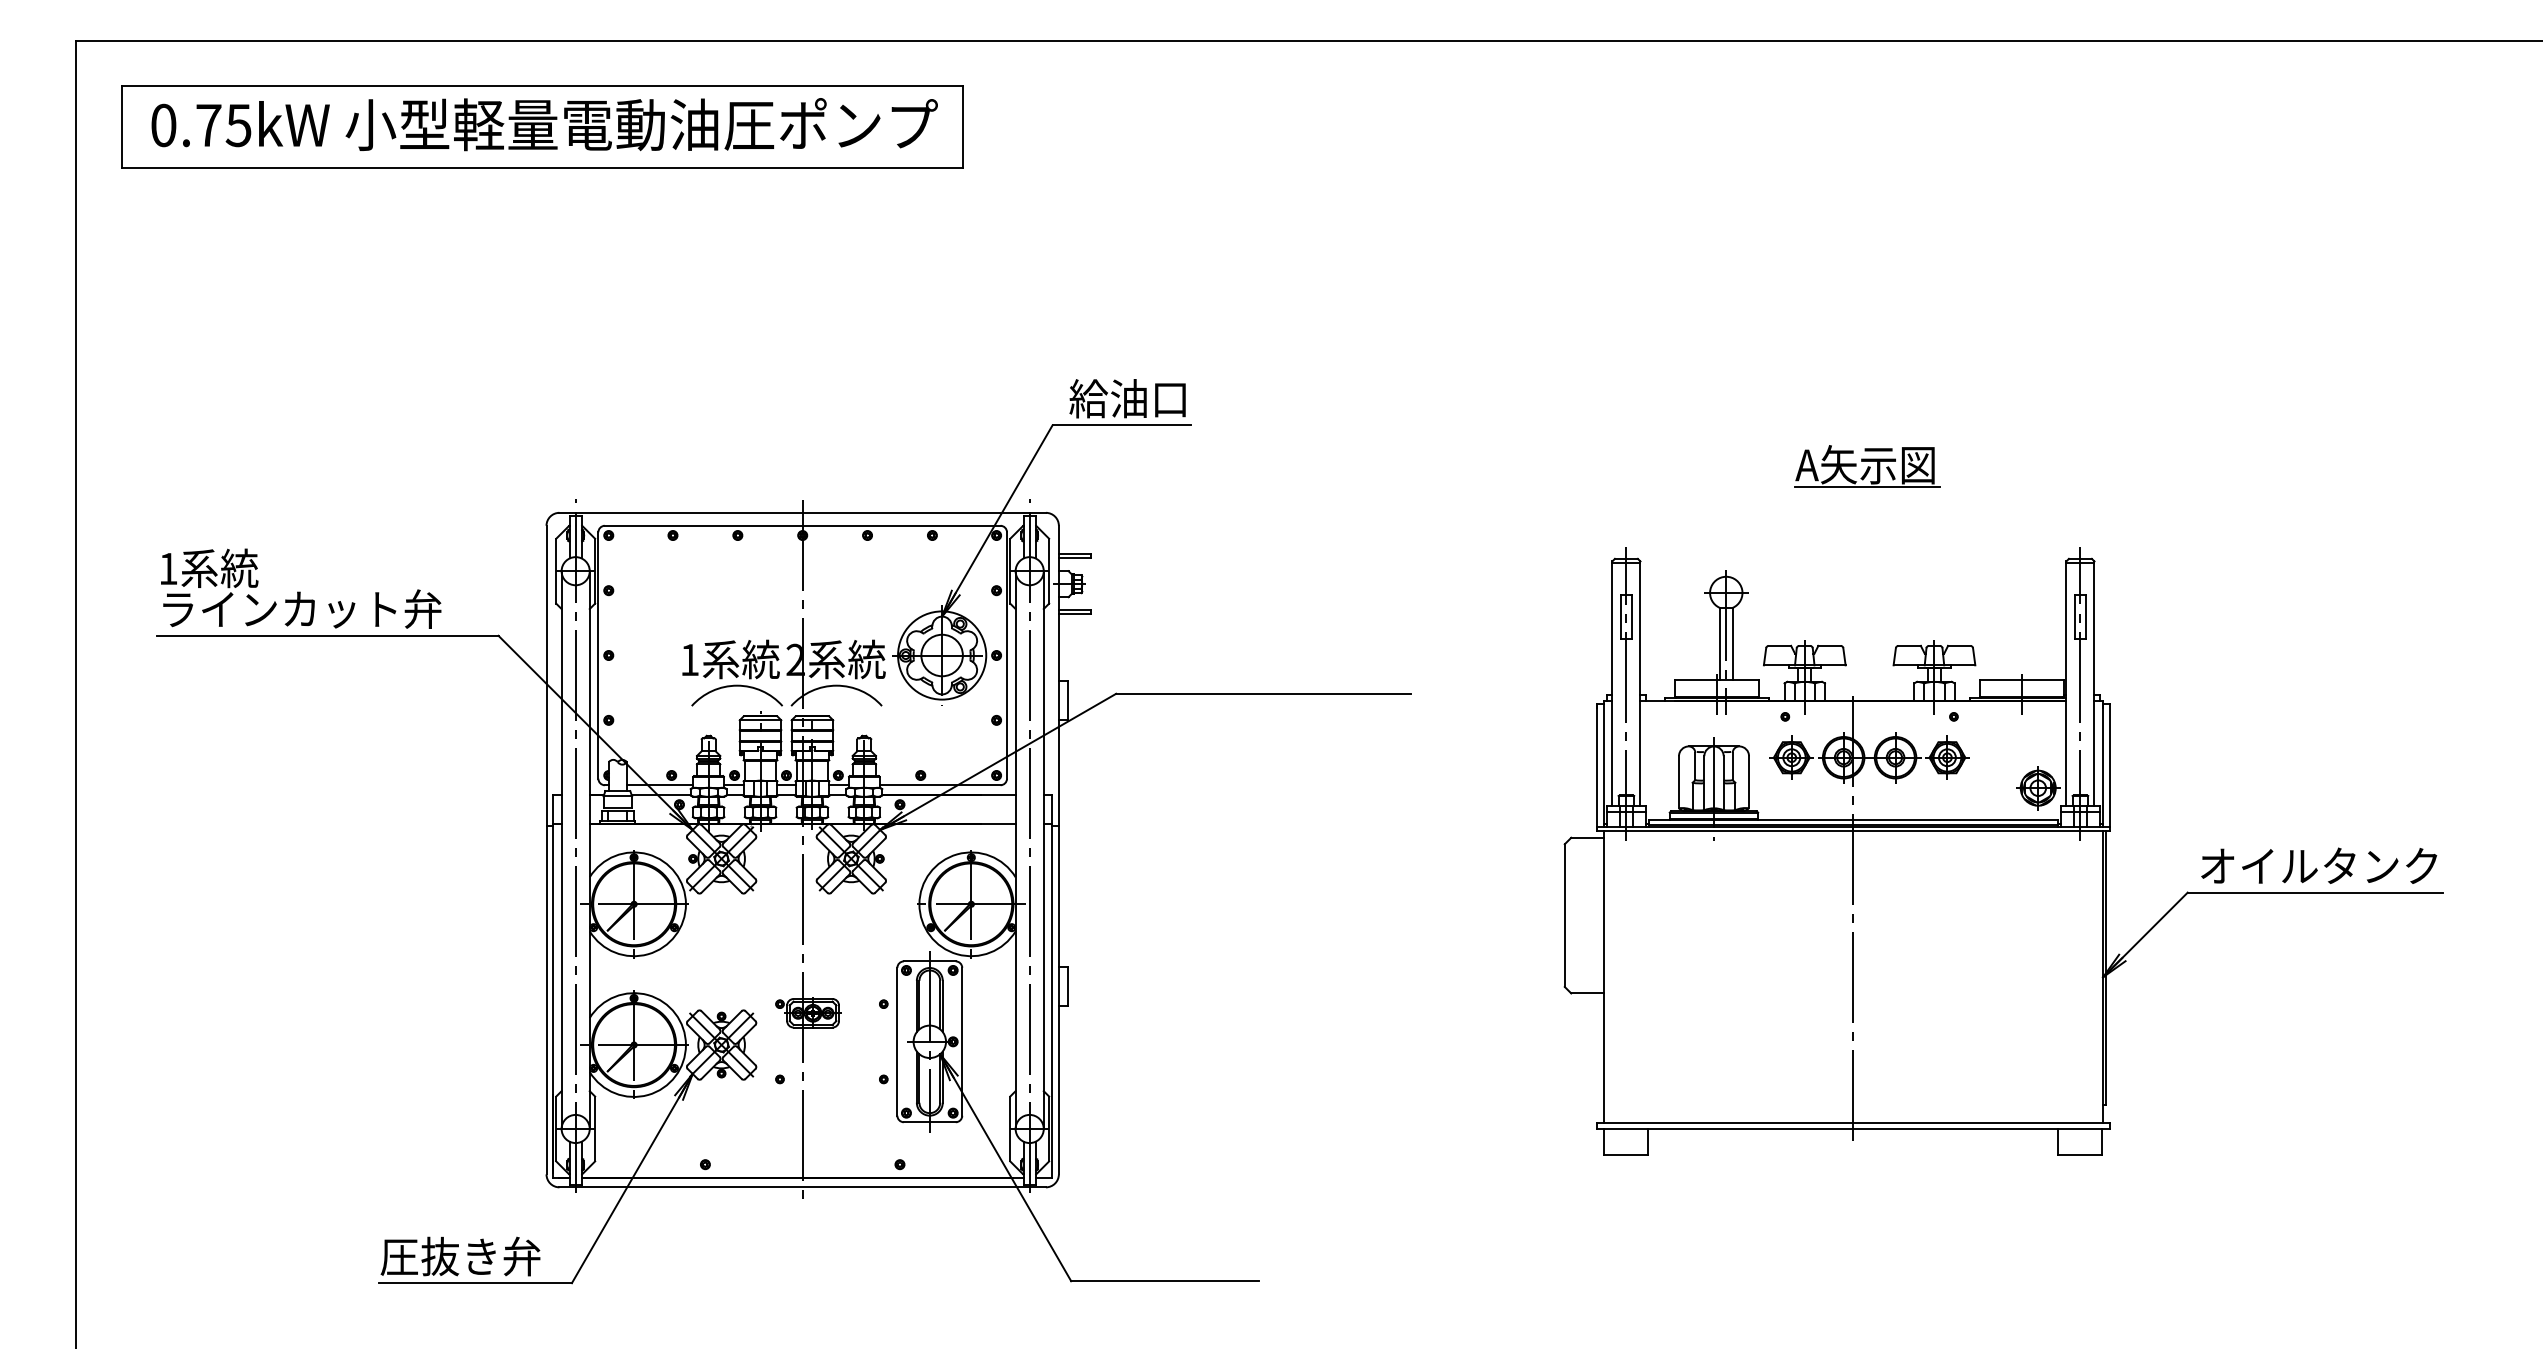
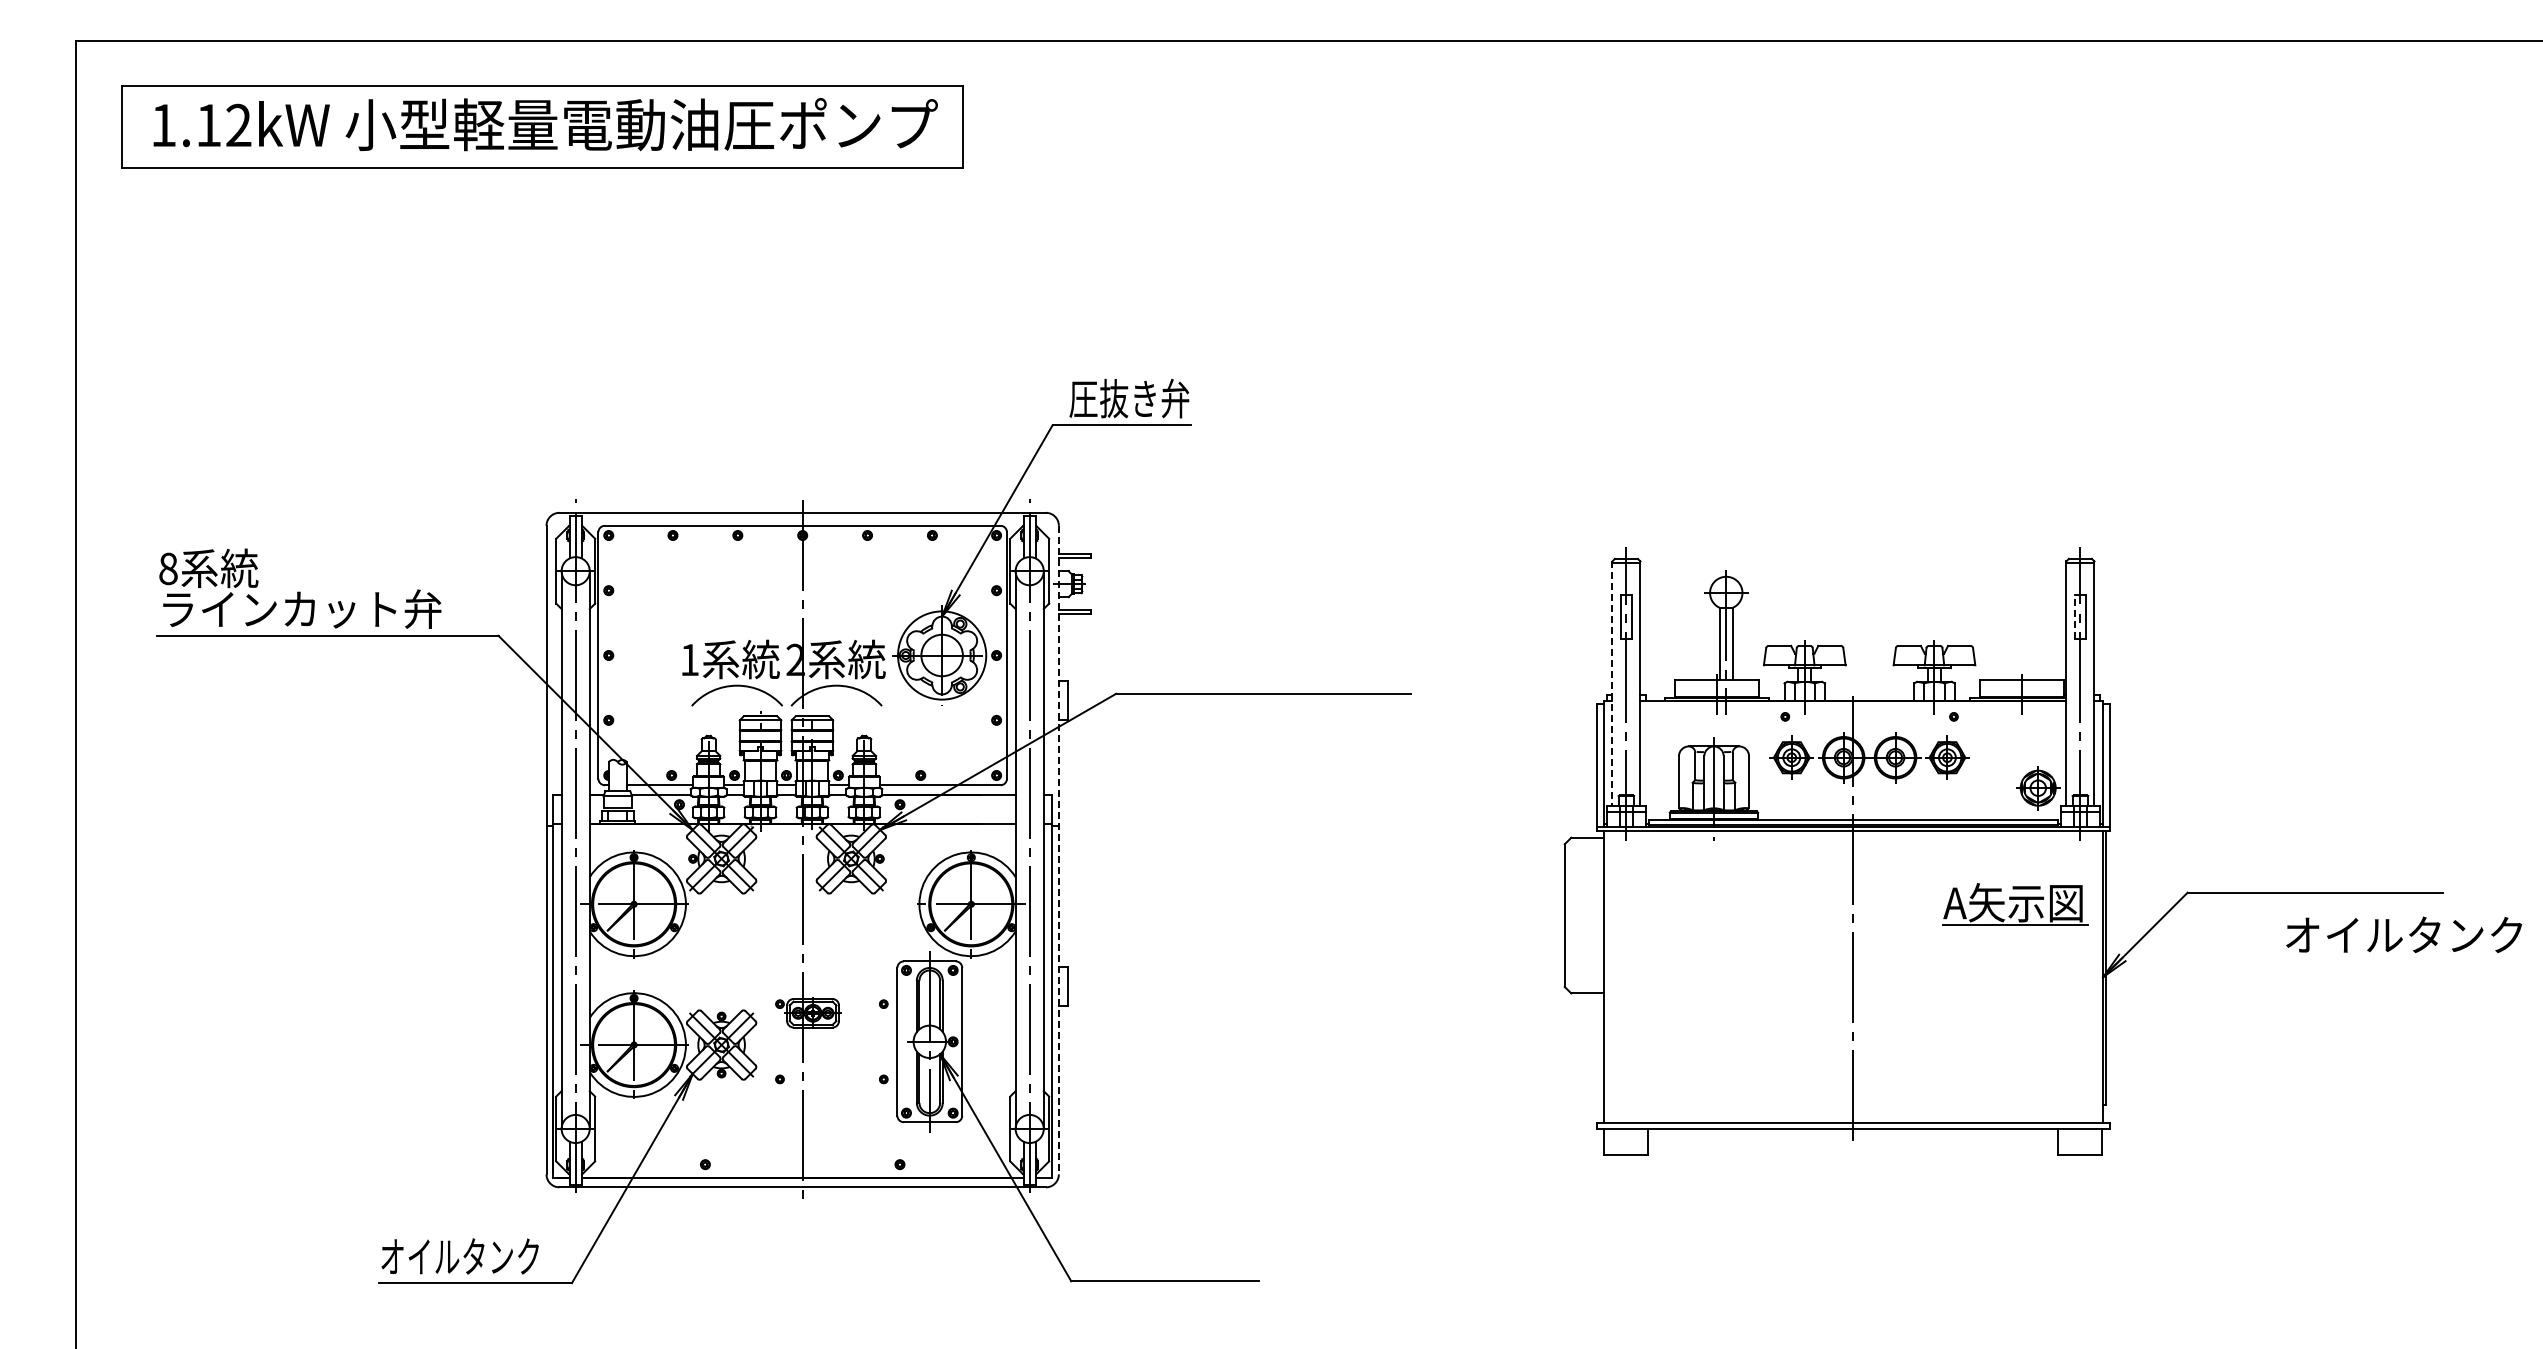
text at (201, 125): 0.75kW -> 1.12kW
text at (1129, 398): 給油口 -> 圧抜き弁
part at (1867, 466) position: (1867, 466) -> (2015, 904)
text at (168, 568): 1 -> 8
line at (2074, 616): solid -> dashed
line at (1612, 684): solid -> dashed
line at (1058, 850): solid -> dashed
text at (2319, 865) position: (2319, 865) -> (2404, 934)
text at (460, 1256): 圧抜き弁 -> オイルタンク
